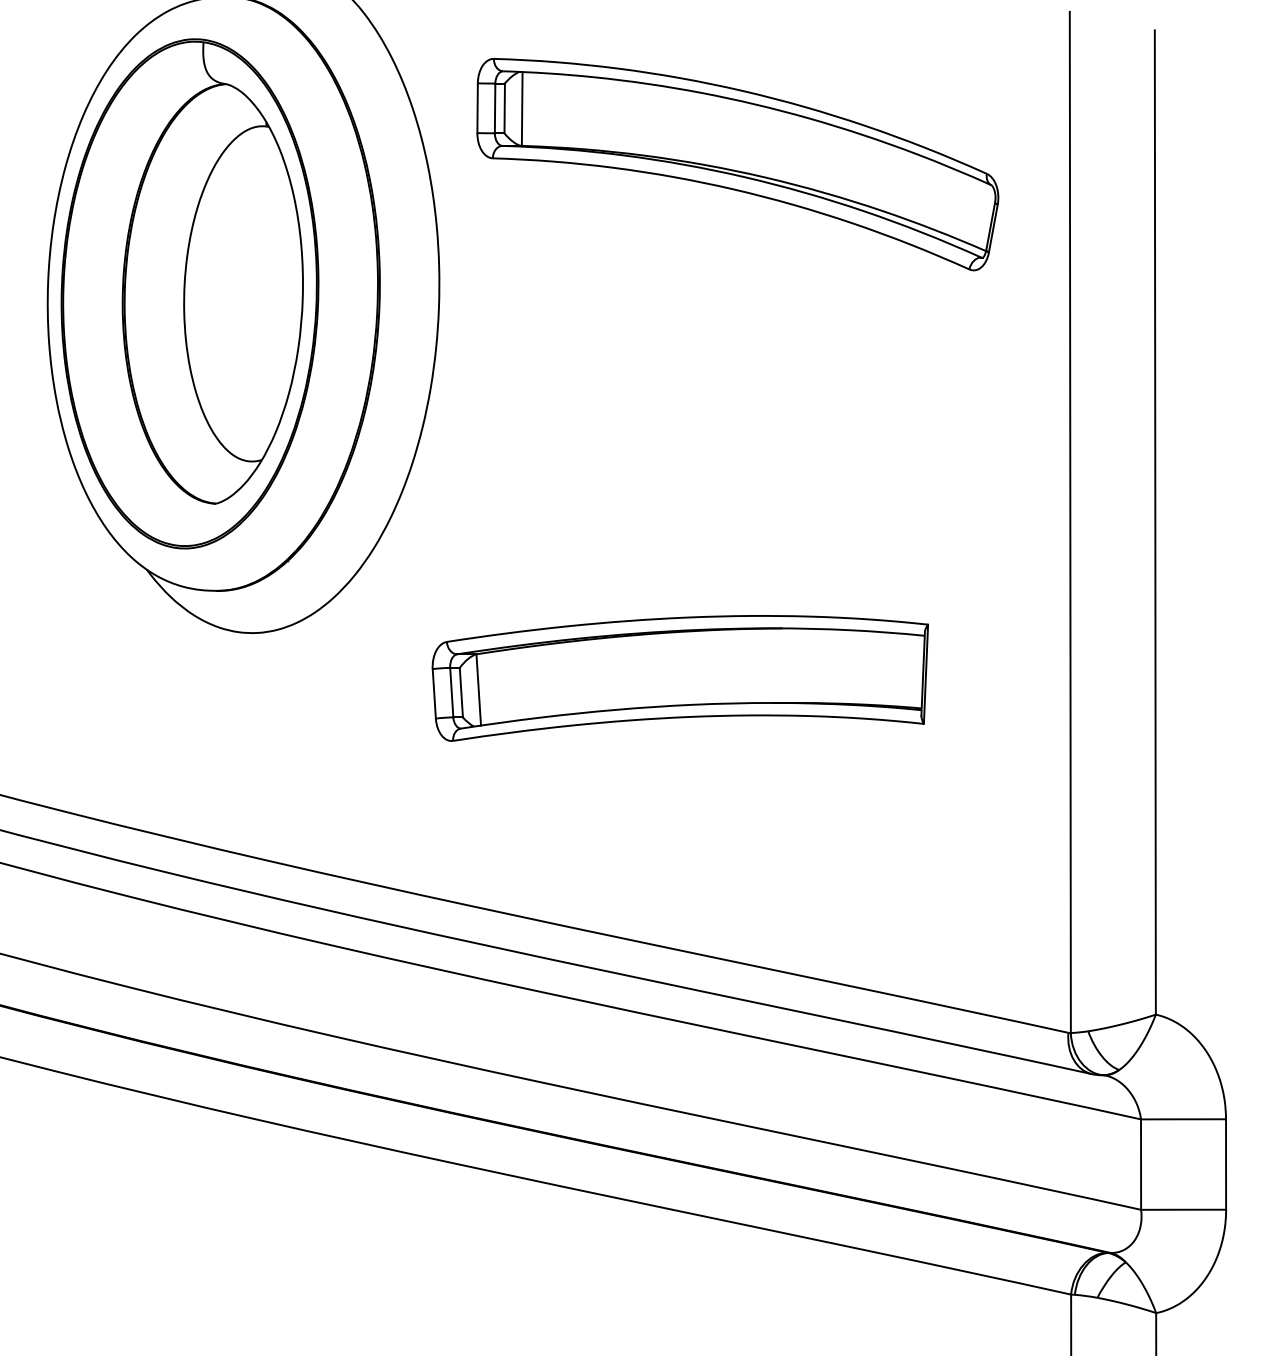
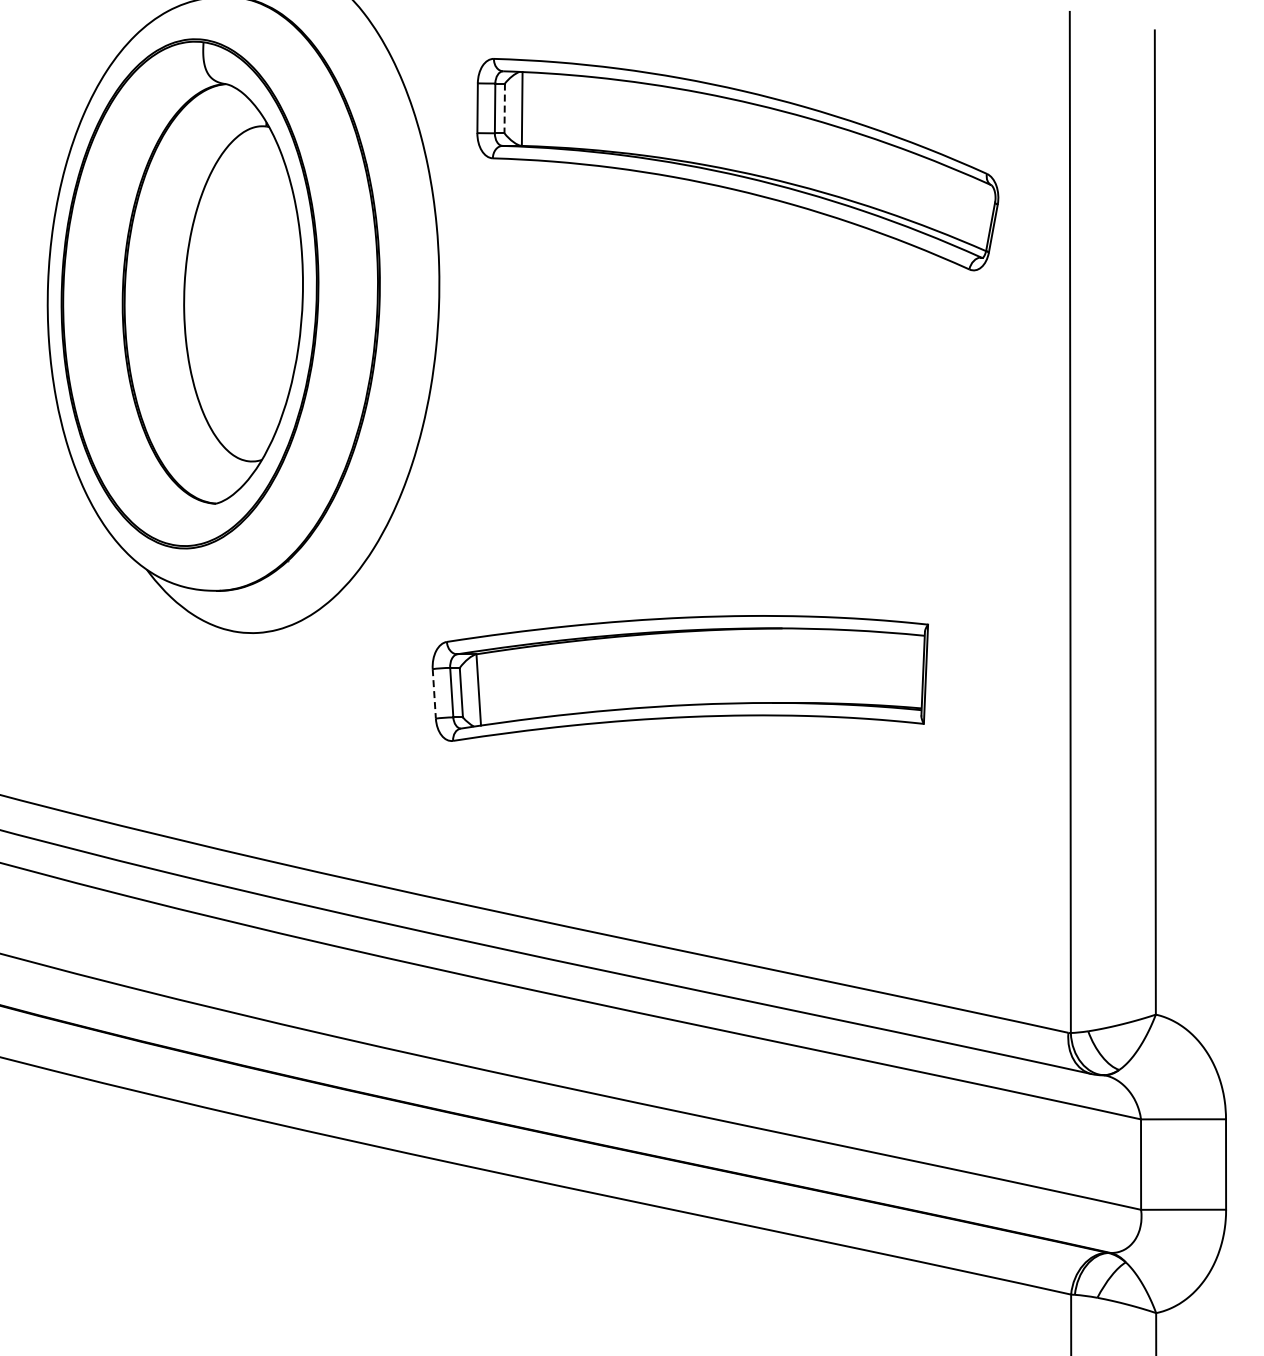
line at (504, 108): solid -> dashed
line at (434, 693): solid -> dashed
